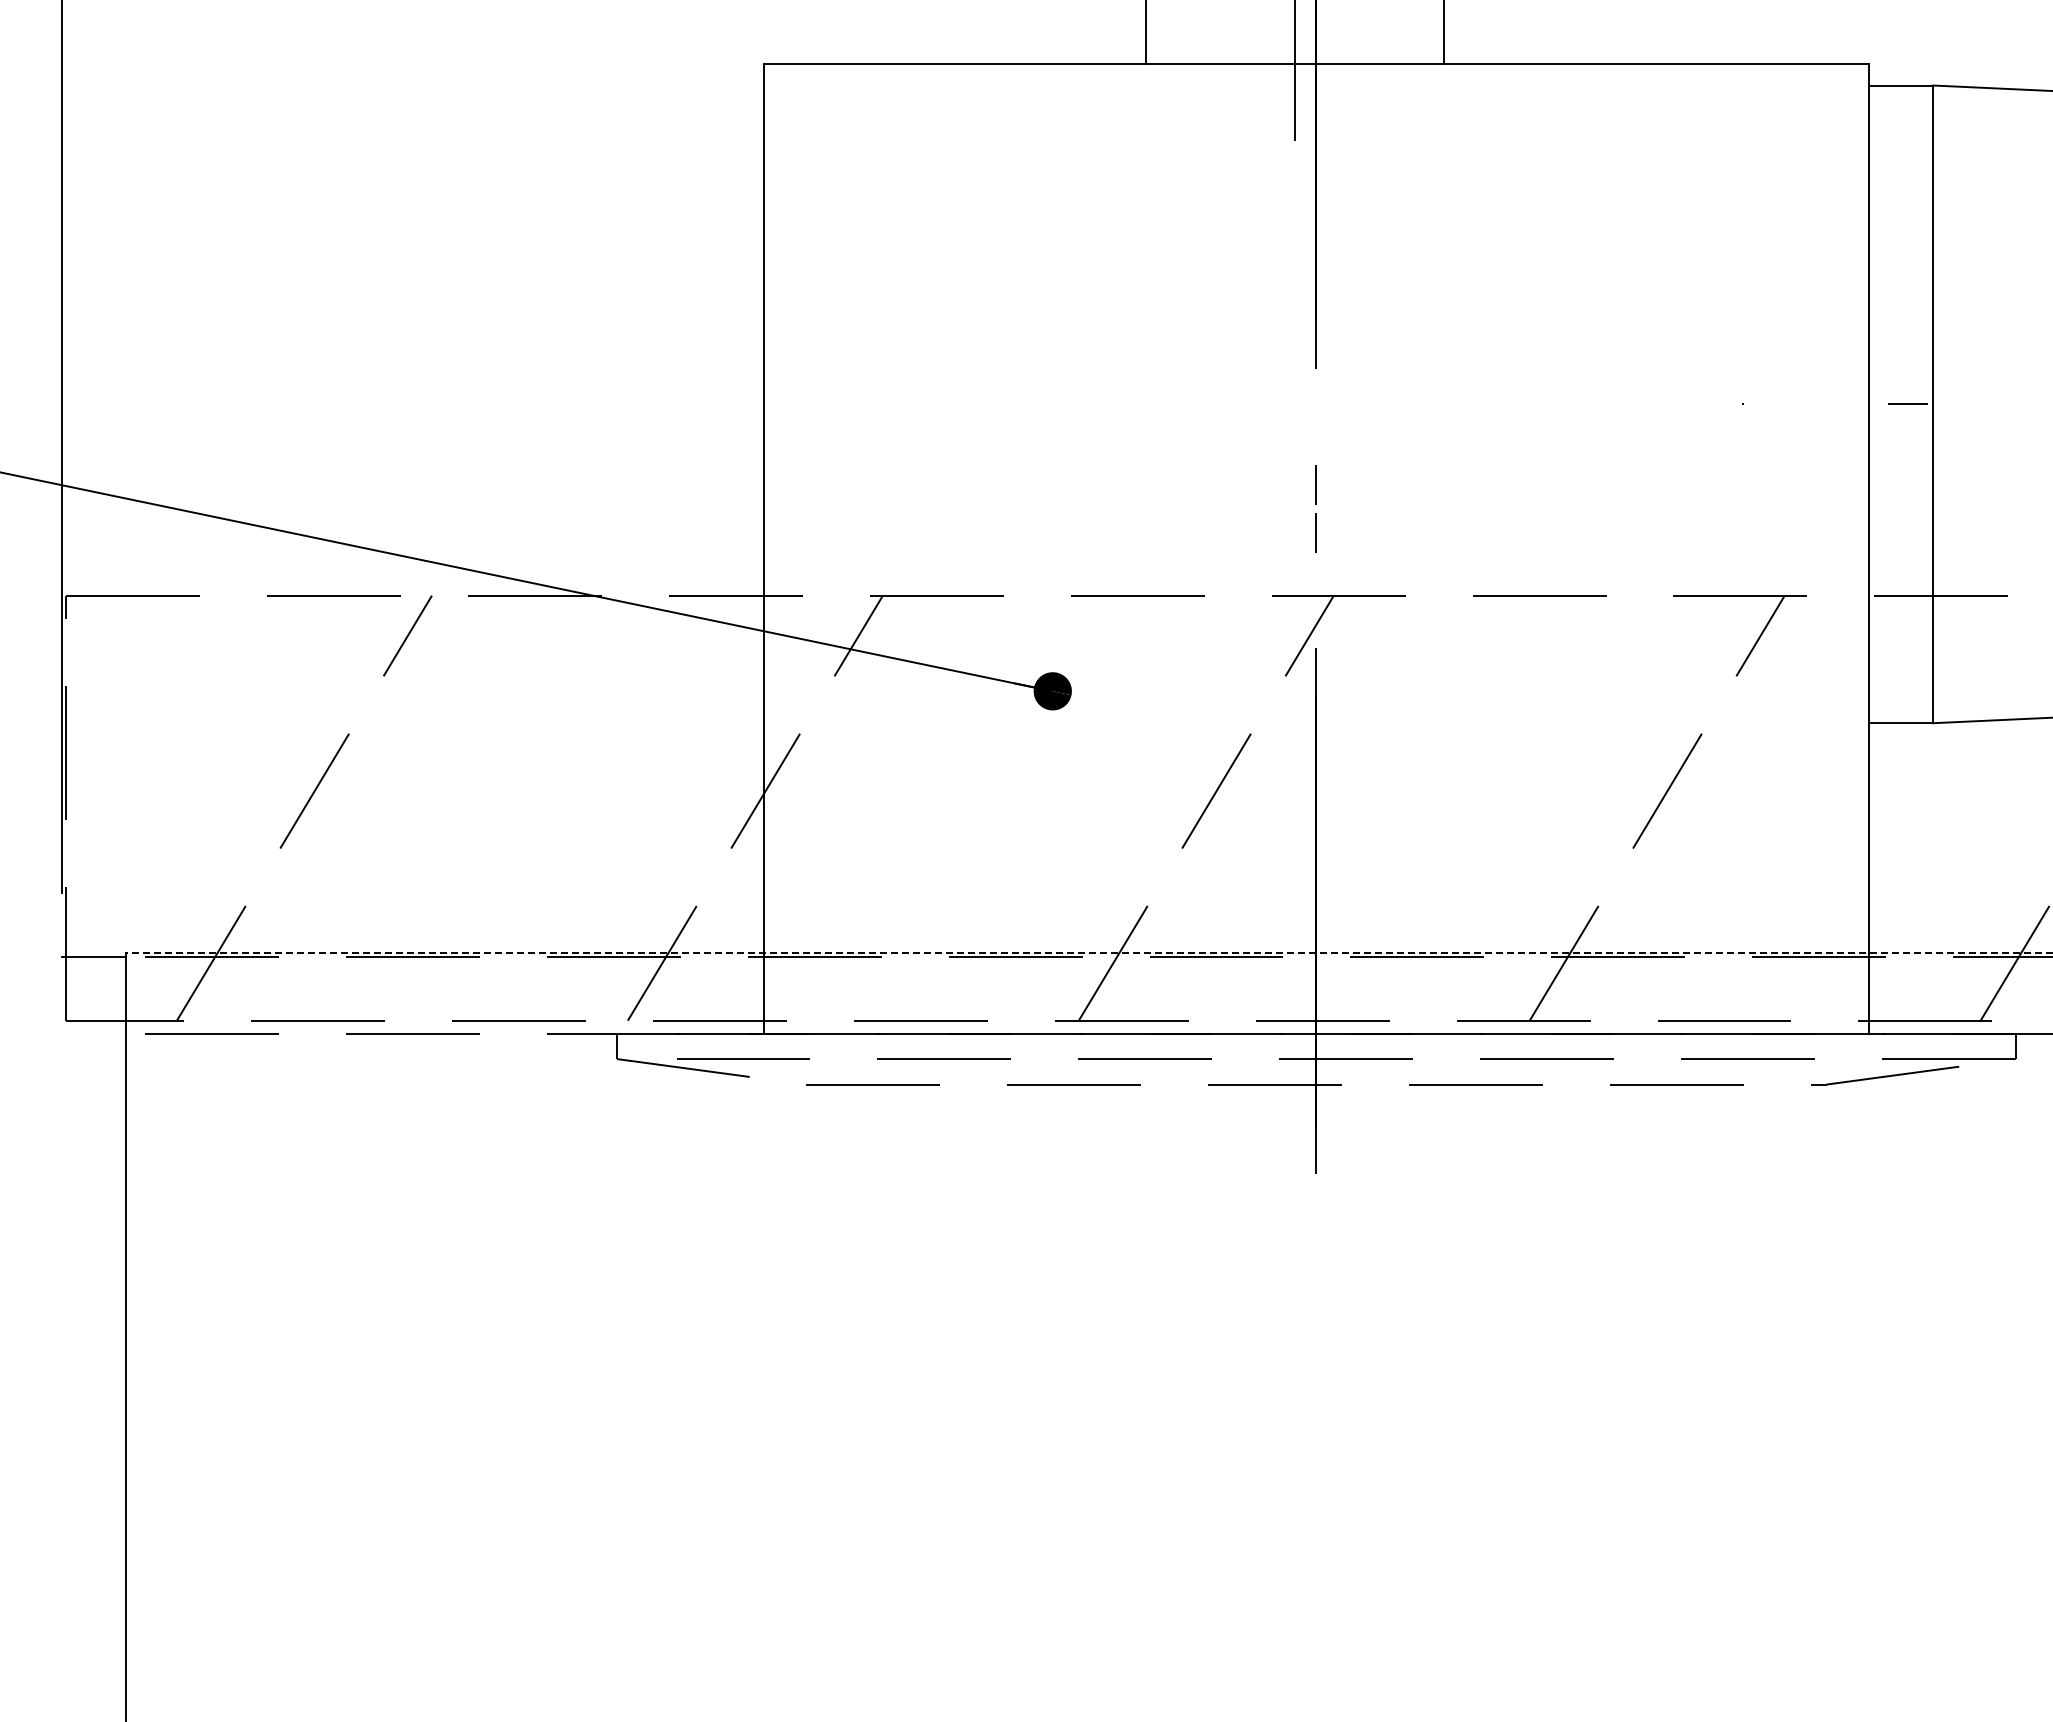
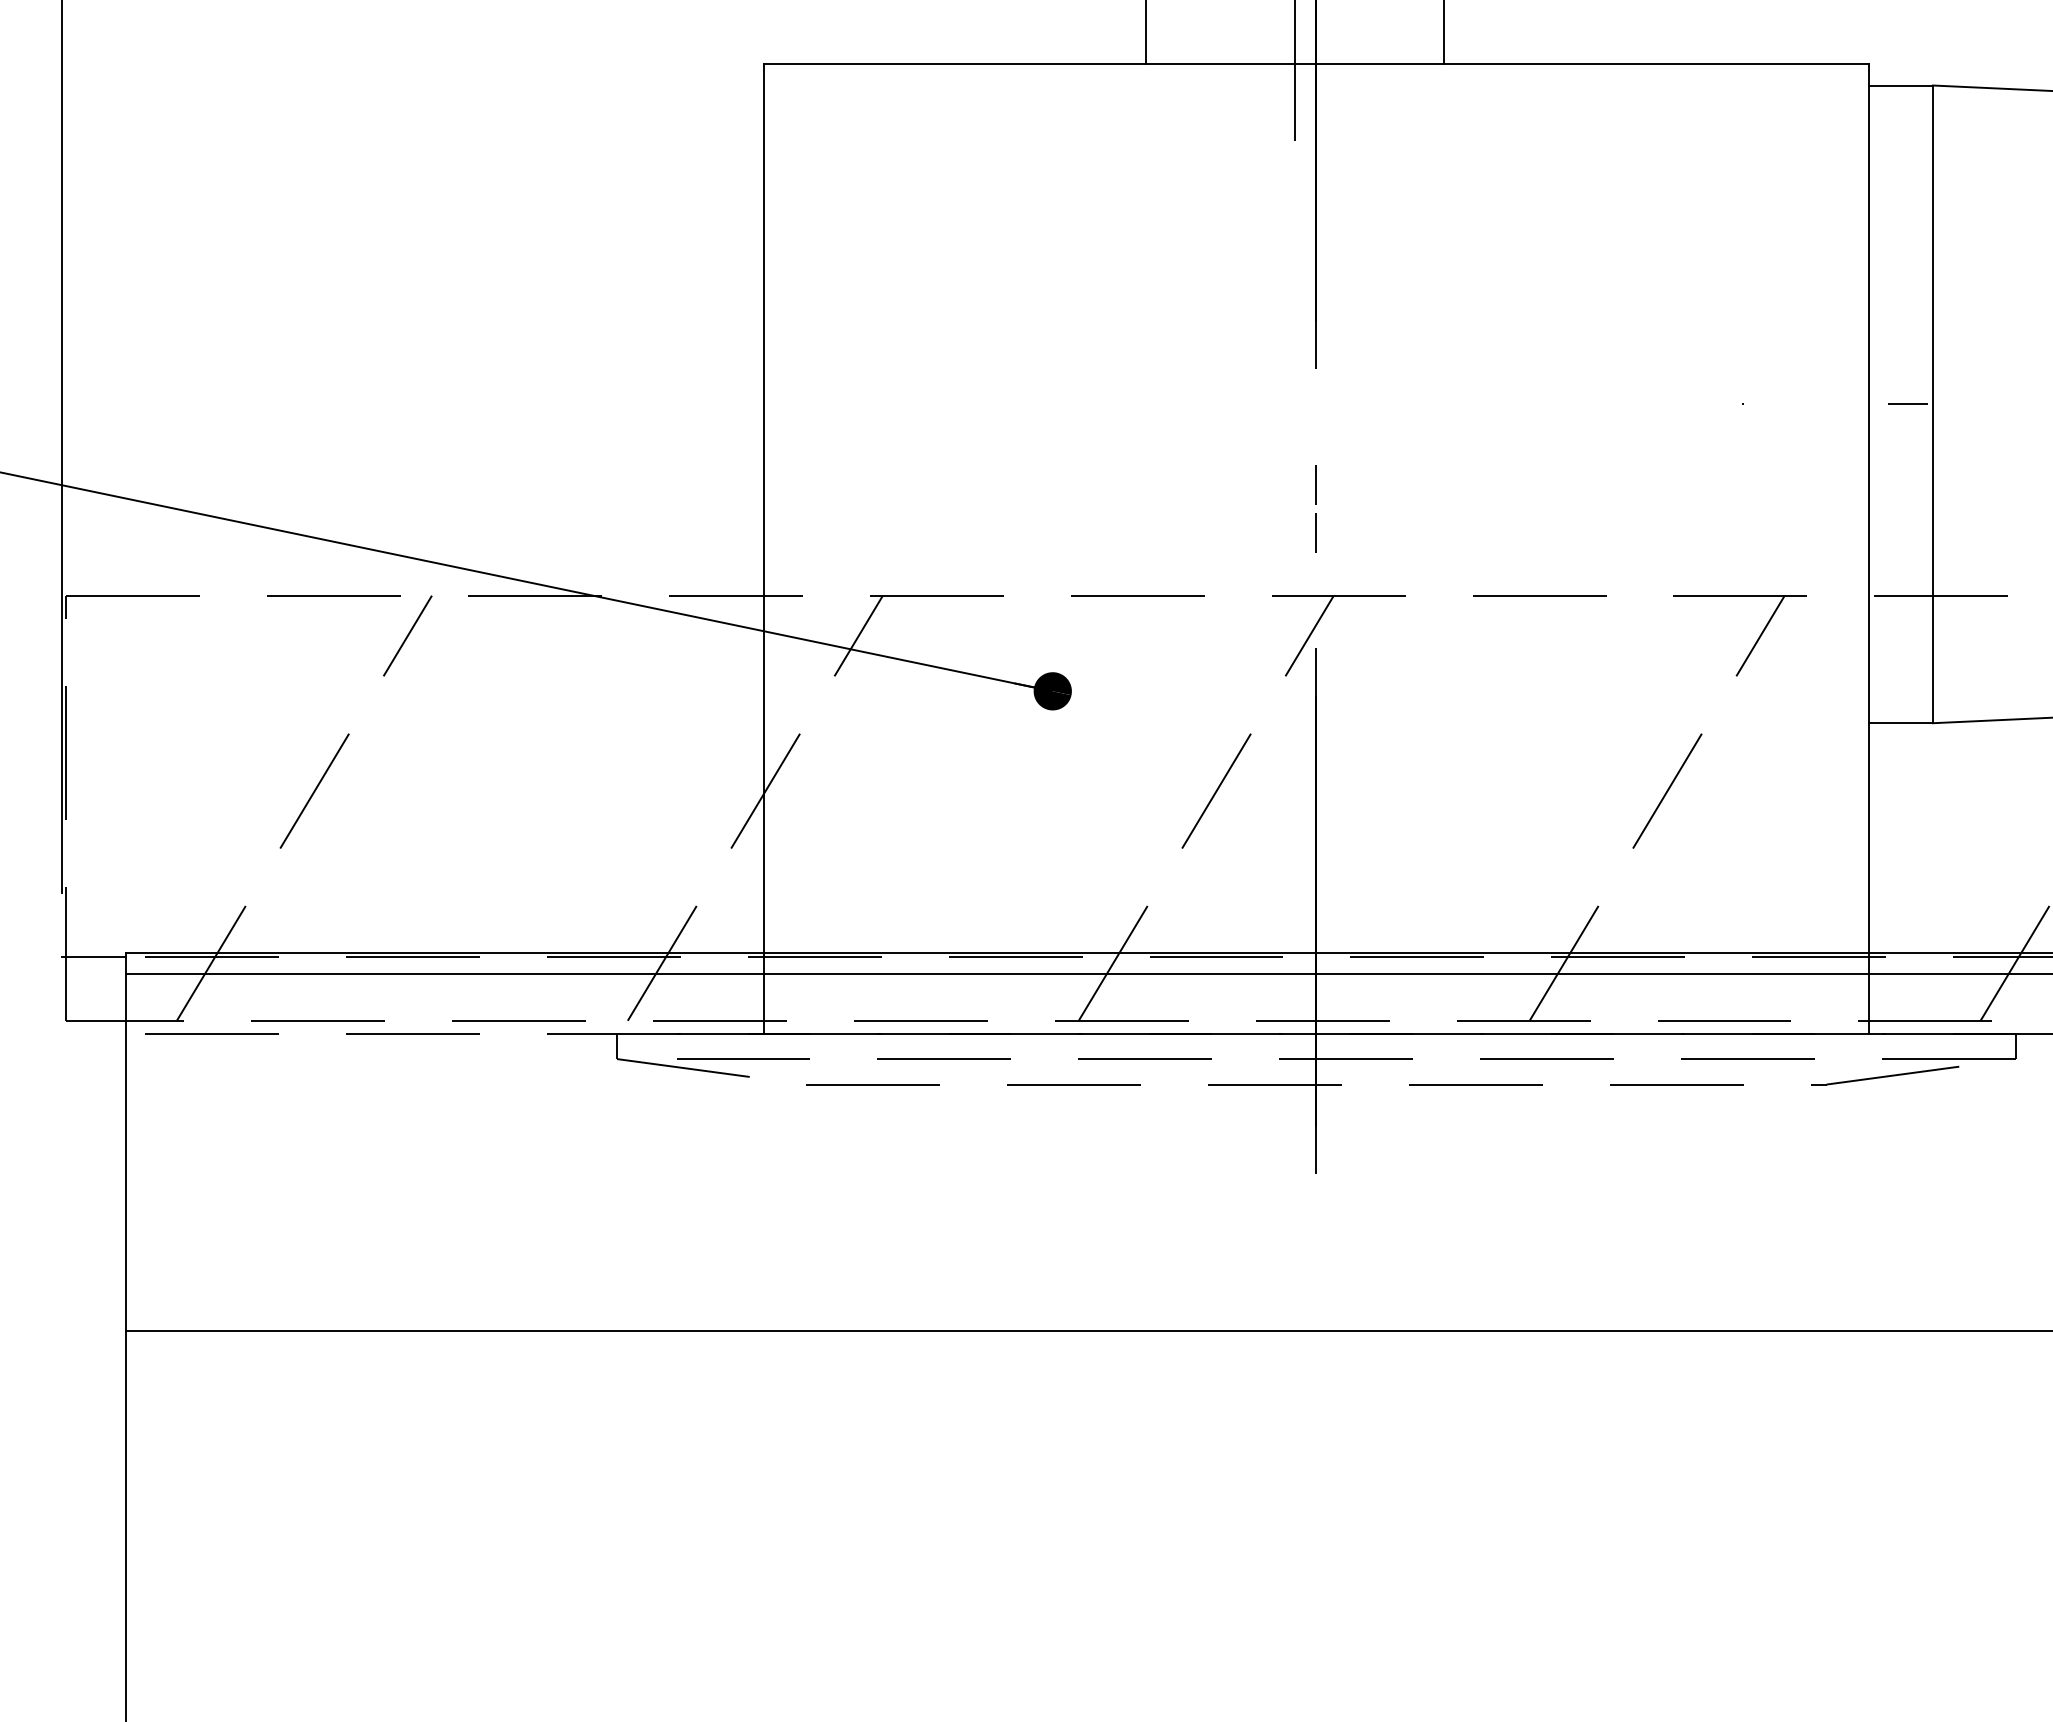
line at (1088, 952): dashed -> solid
line at (1087, 974): none -> present
line at (1087, 1331): none -> present
